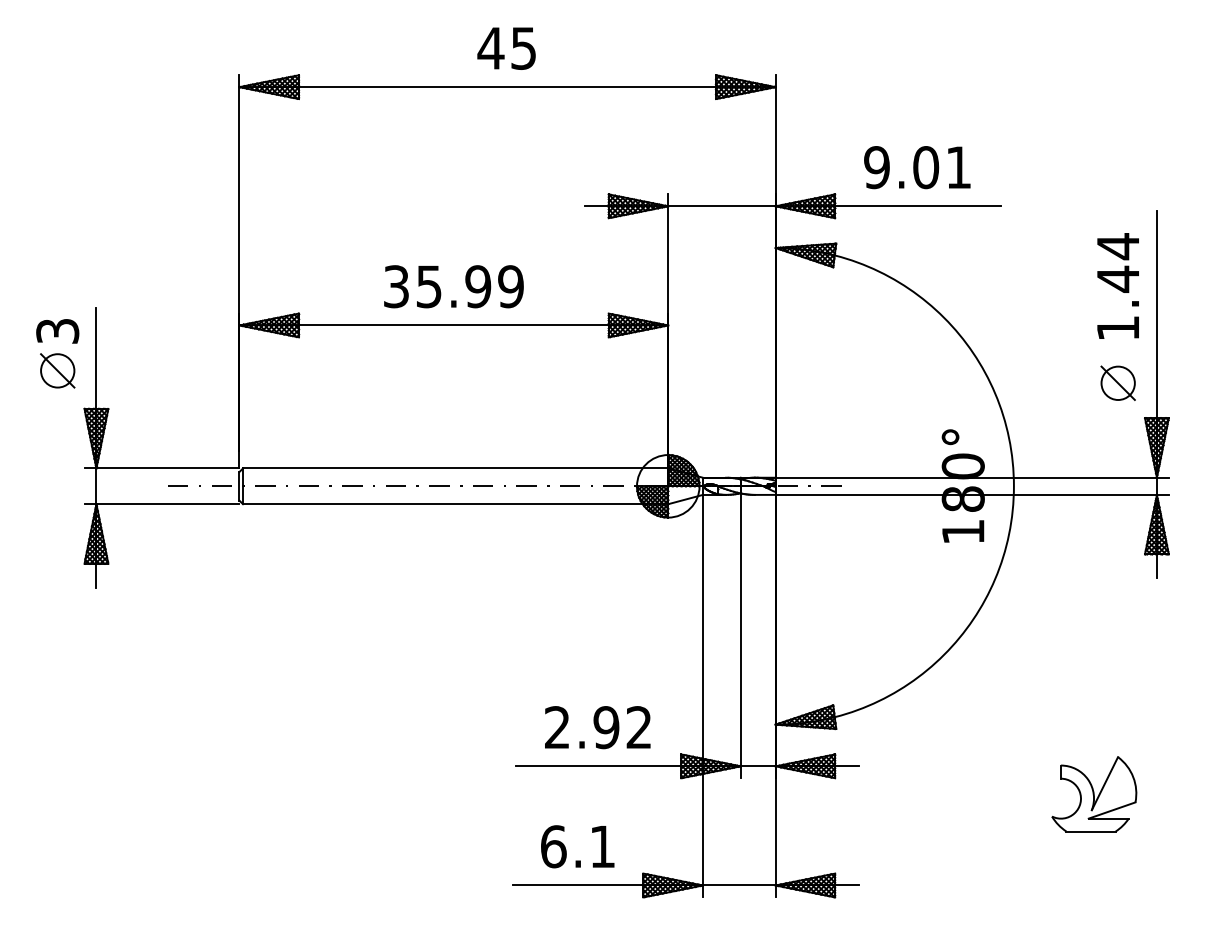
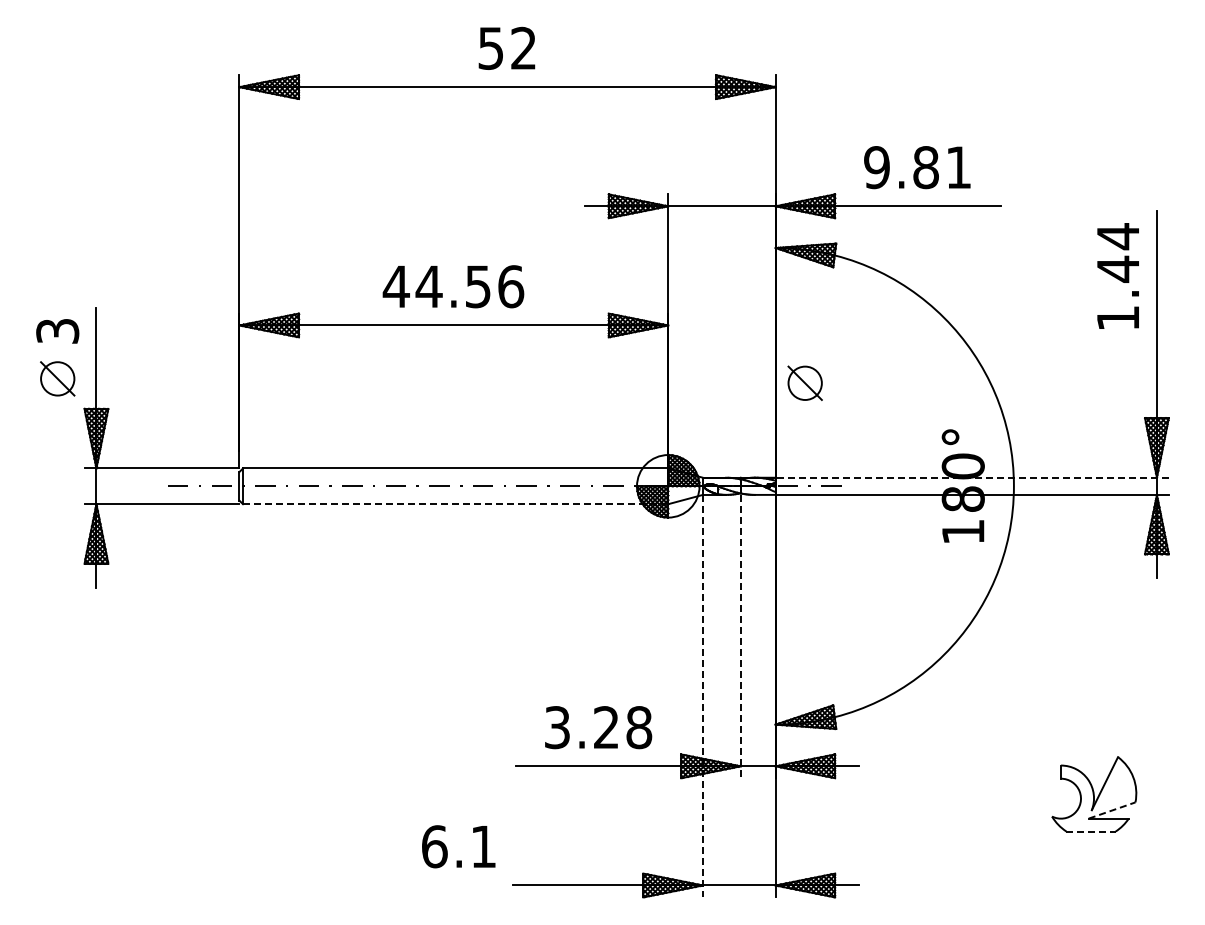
text at (506, 47): 45 -> 52
text at (926, 167): 9.01 -> 9.81
text at (1117, 285) position: (1117, 285) -> (1117, 275)
text at (453, 286): 35.99 -> 44.56
part at (57, 370) position: (57, 370) -> (57, 378)
part at (1117, 382) position: (1117, 382) -> (804, 382)
line at (972, 477): solid -> dashed
line at (455, 504): solid -> dashed
line at (740, 636): solid -> dashed
line at (702, 696): solid -> dashed
text at (598, 727): 2.92 -> 3.28
line at (1112, 810): solid -> dashed
line at (1091, 831): solid -> dashed
text at (577, 846) position: (577, 846) -> (458, 846)
